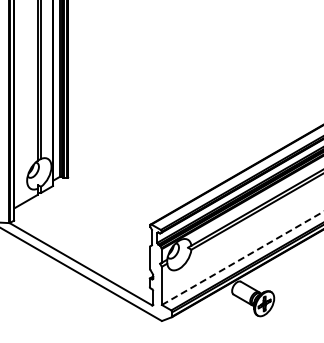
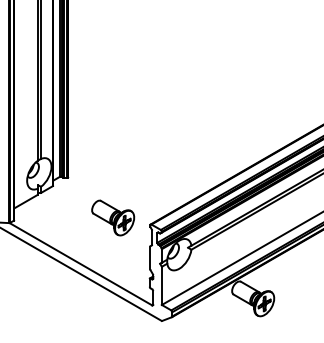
part at (113, 217): none -> present
line at (243, 258): dashed -> solid
